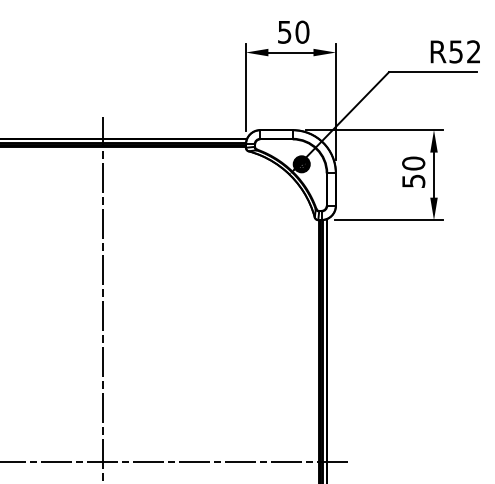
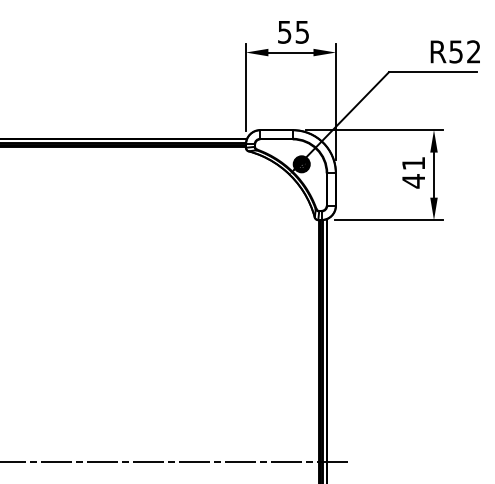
text at (302, 31): 50 -> 55
text at (413, 172): 50 -> 41
line at (103, 298): present -> none
